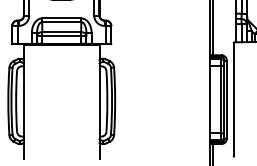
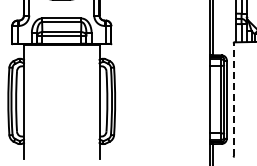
line at (233, 99): solid -> dashed
